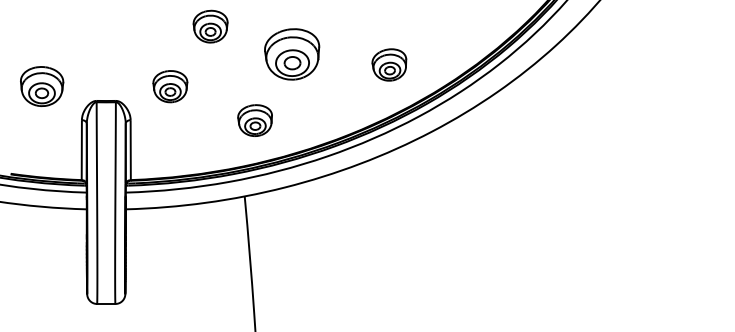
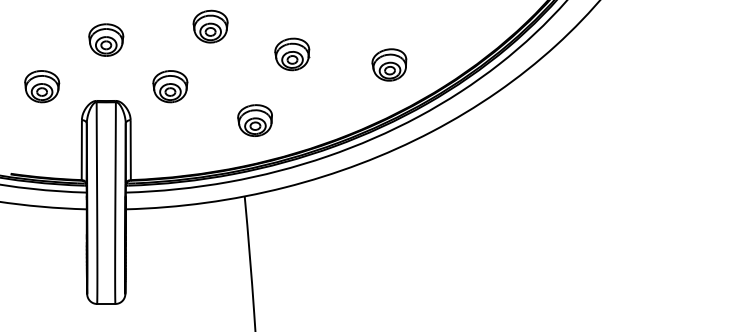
part at (106, 39): none -> present
part at (292, 54) size: 57x53 px -> 37x35 px
part at (42, 86) size: 45x41 px -> 37x34 px
